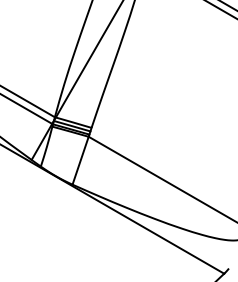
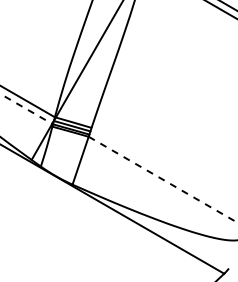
line at (26, 108): solid -> dashed
line at (162, 179): solid -> dashed
